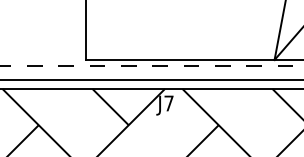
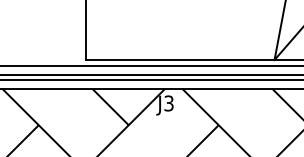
line at (152, 65): dashed -> solid
line at (151, 74): none -> present
text at (168, 103): J7 -> J3
